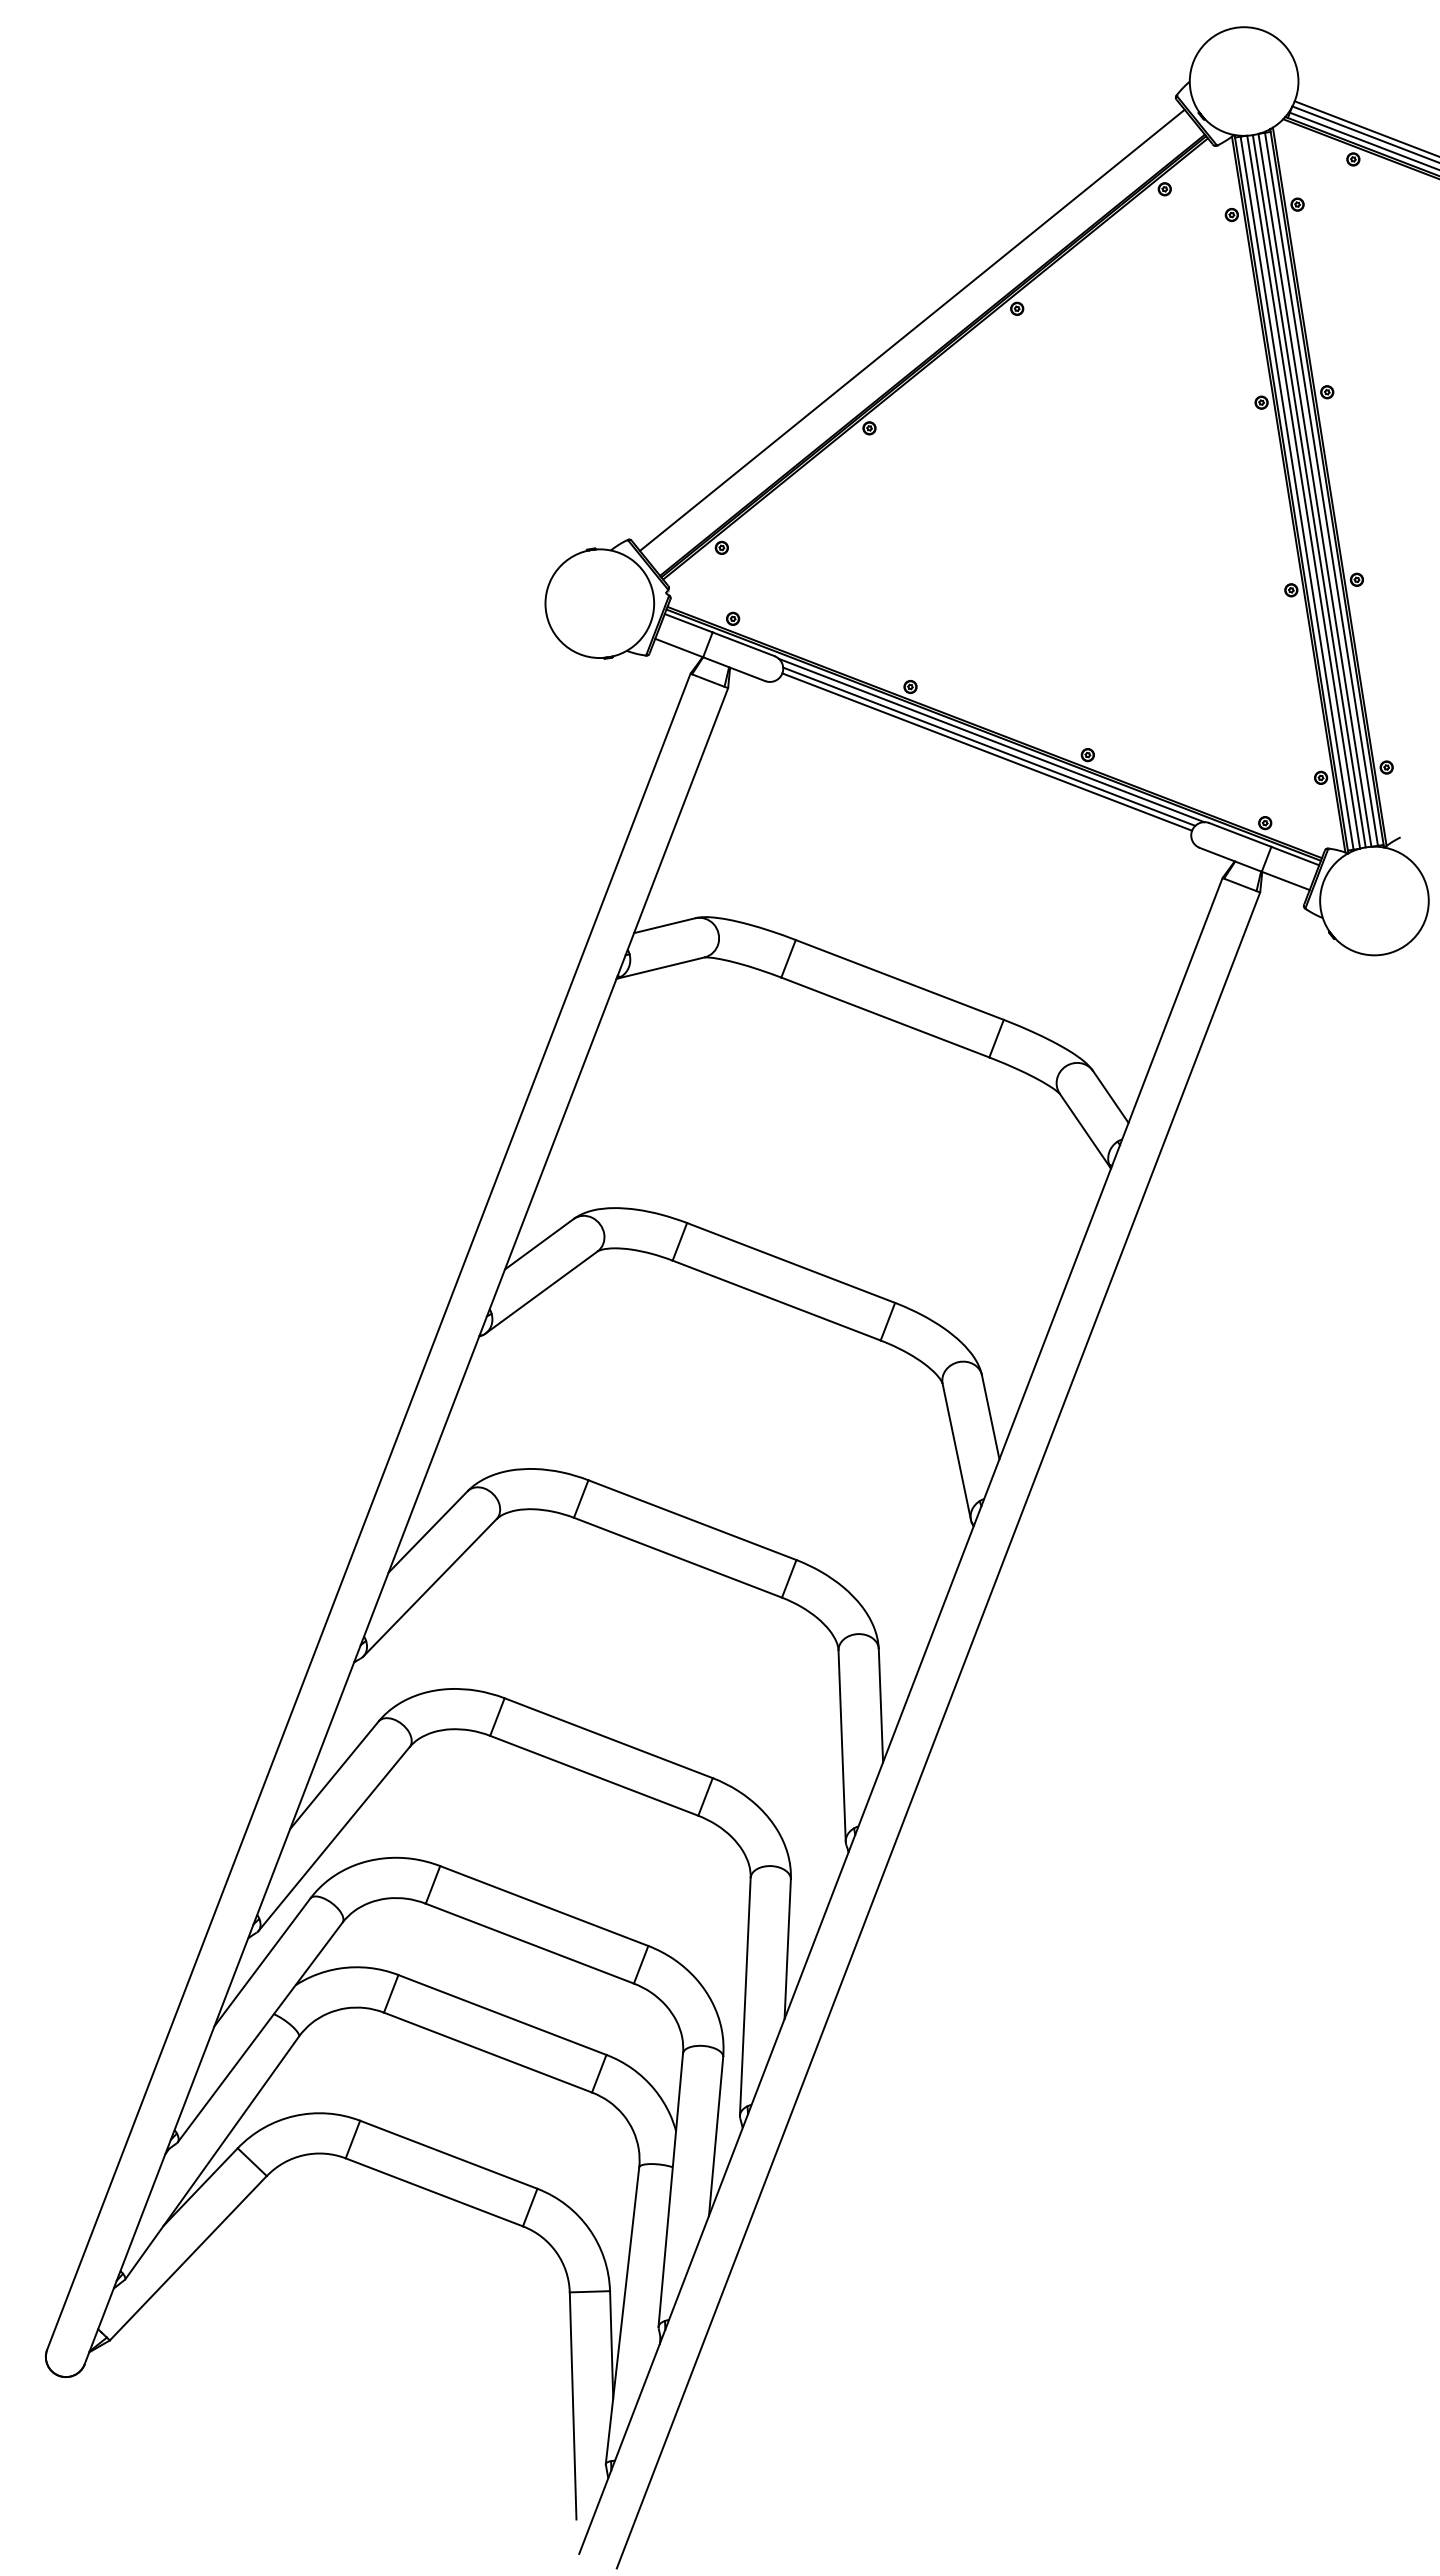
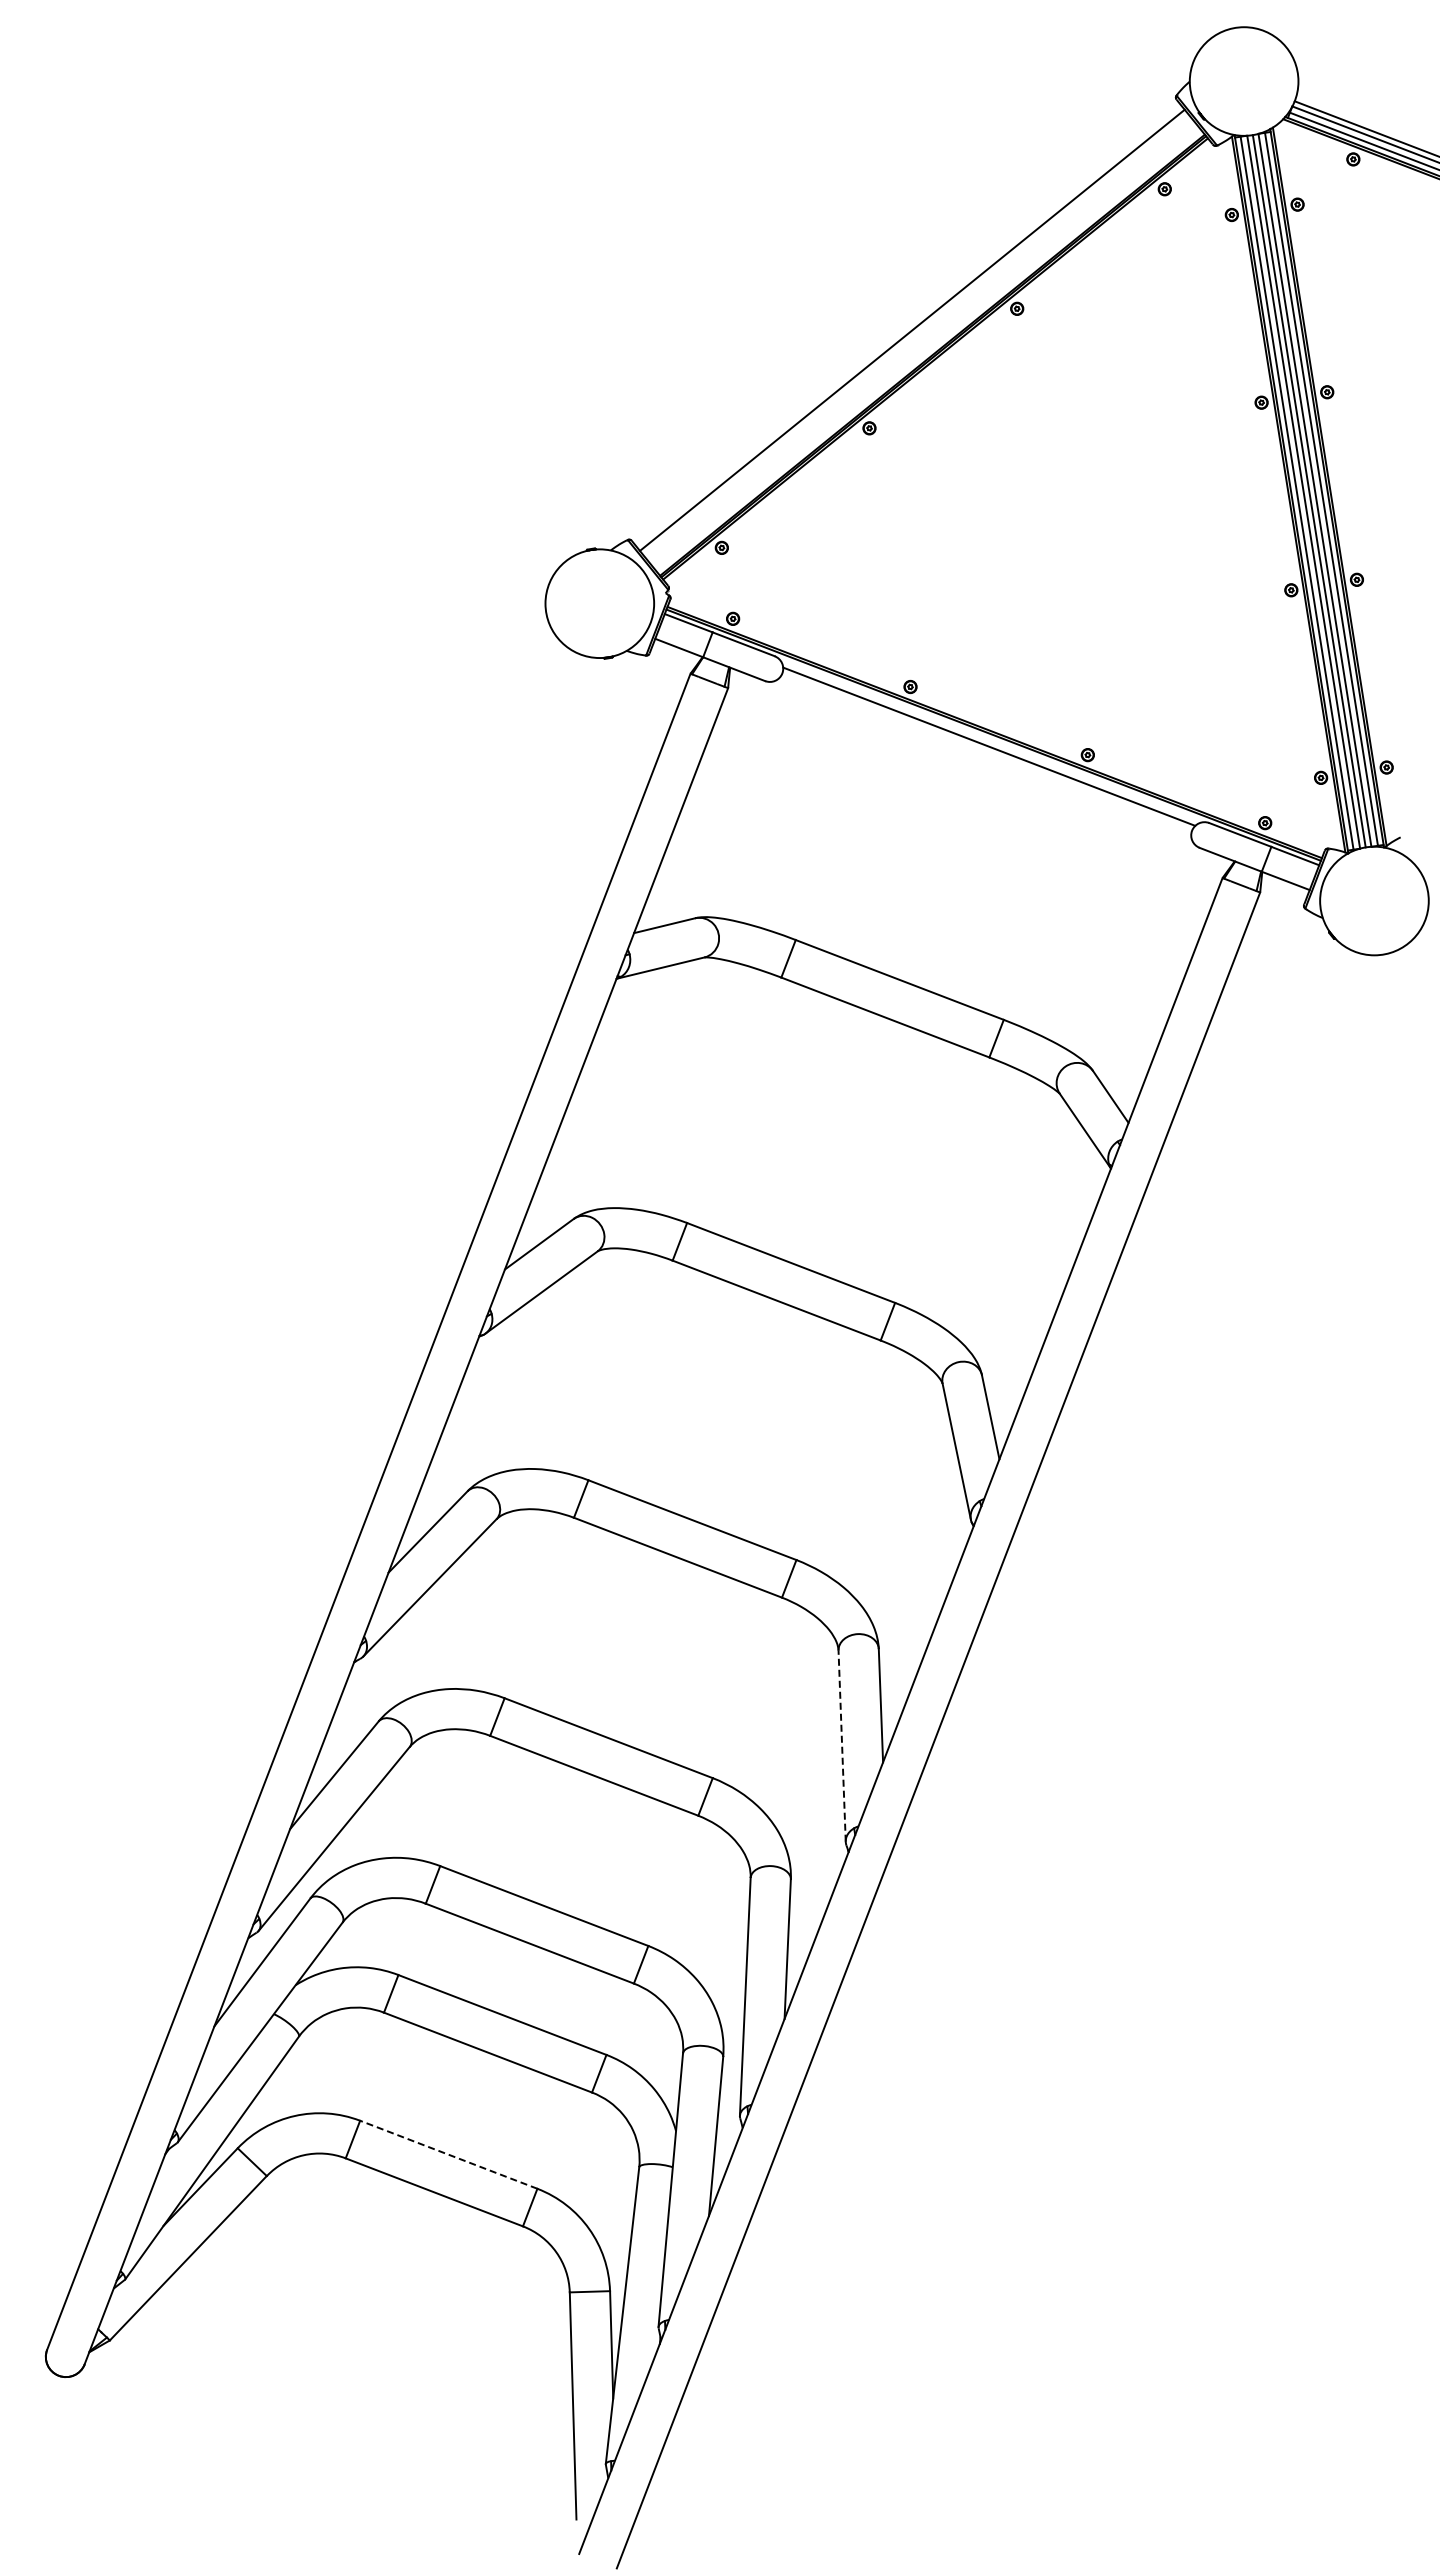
line at (991, 740): present -> none
line at (987, 751): present -> none
line at (842, 1746): solid -> dashed
line at (448, 2154): solid -> dashed
